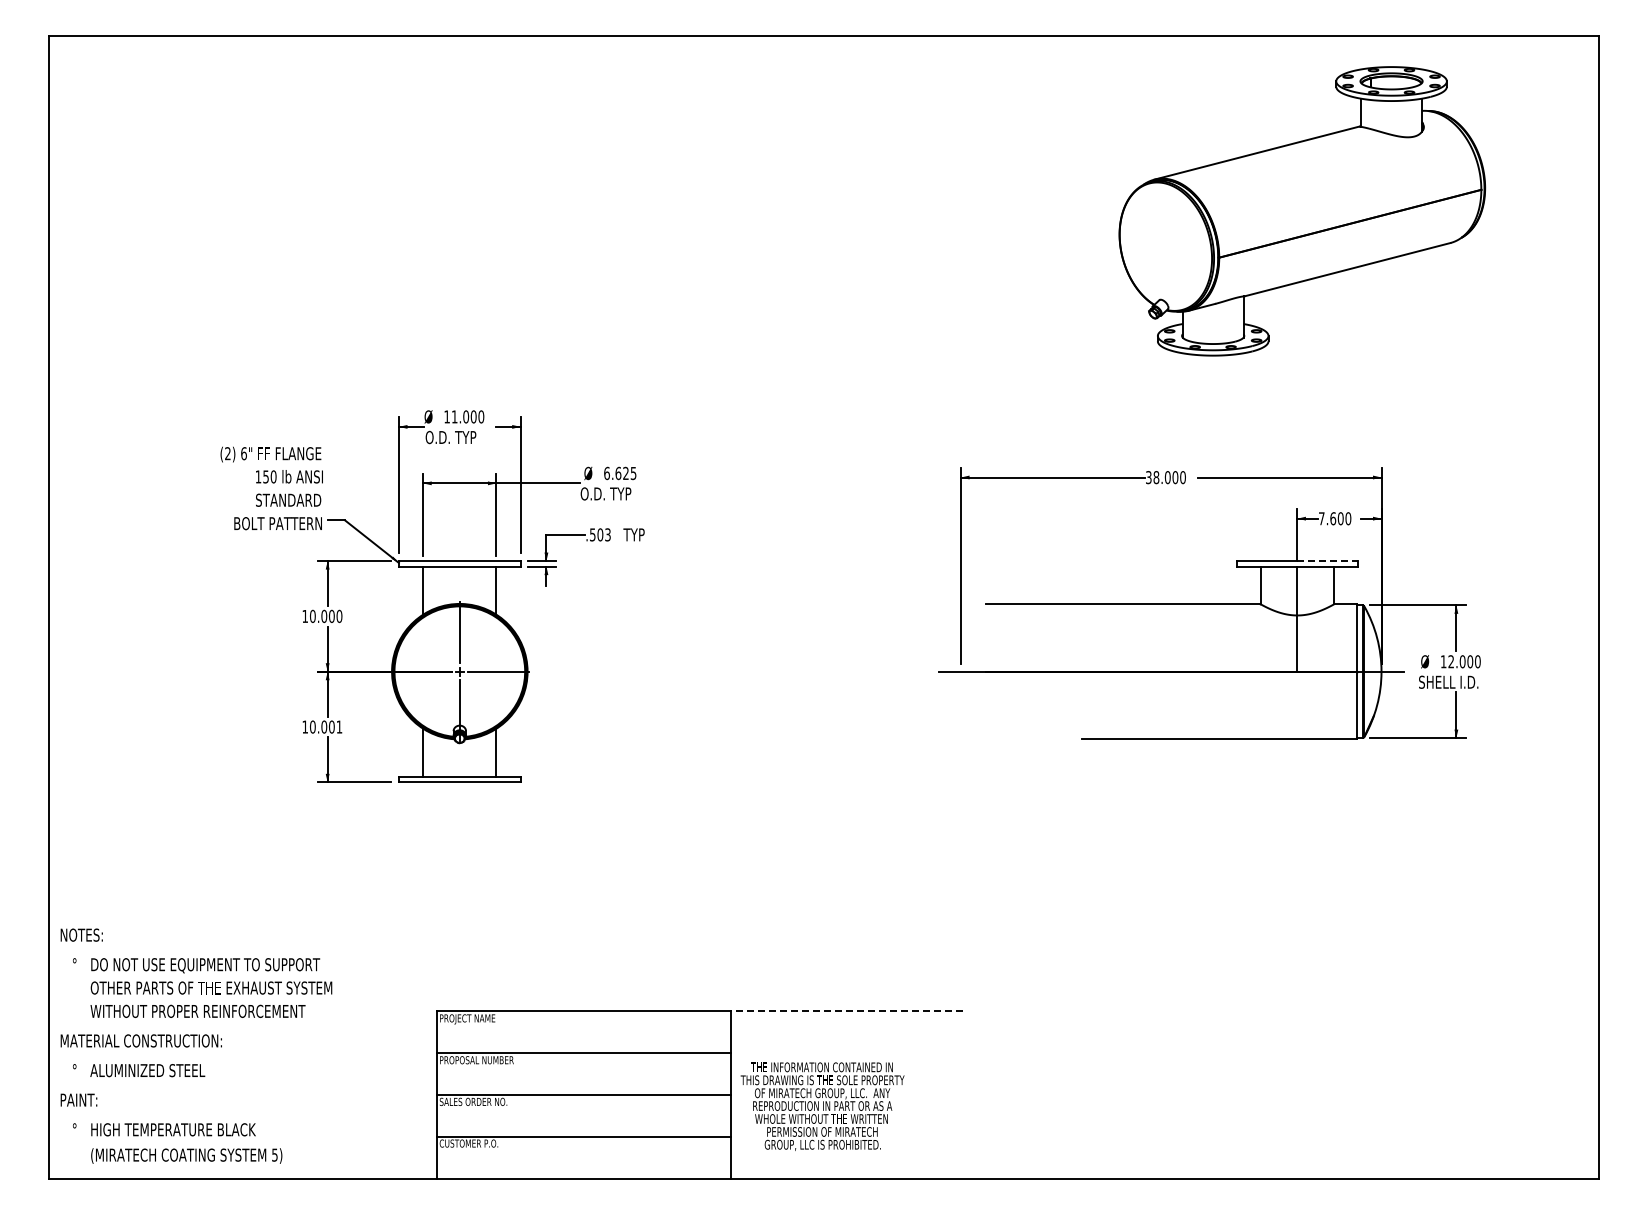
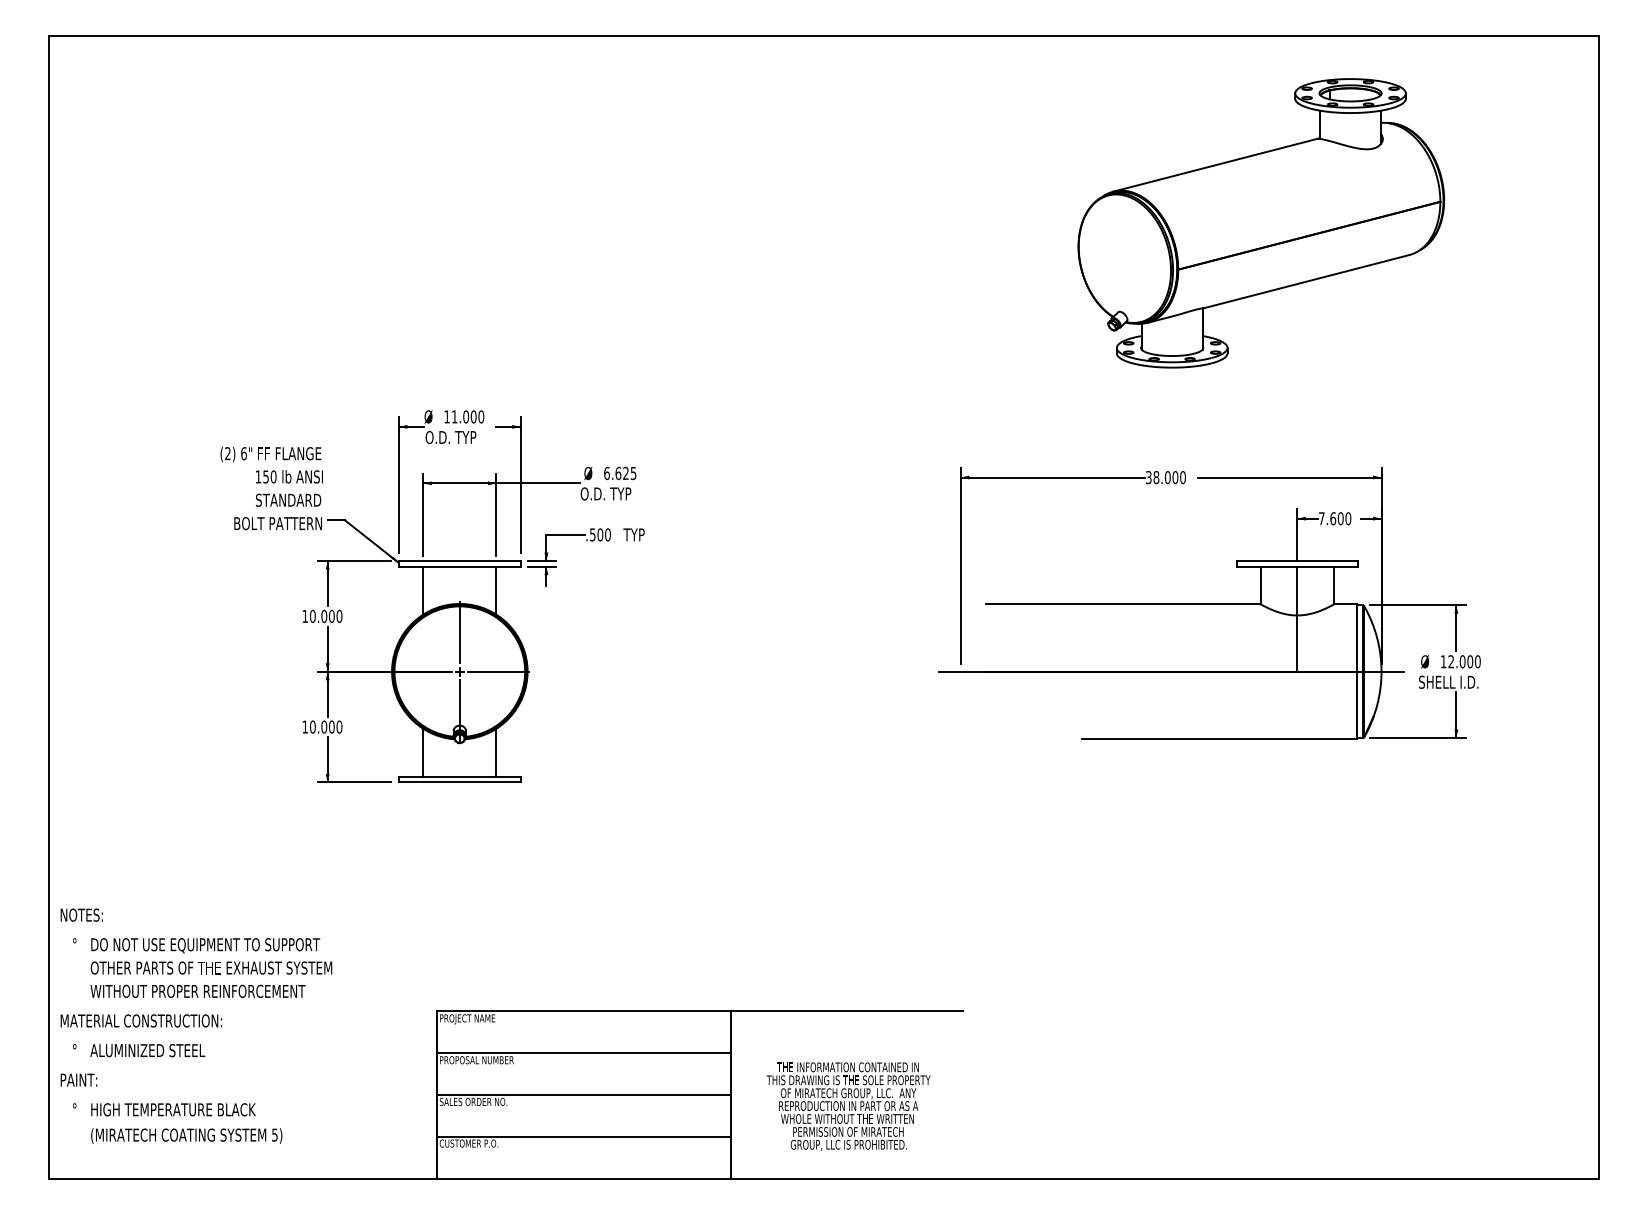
part at (1302, 211) position: (1302, 211) -> (1261, 223)
text at (607, 534): .503 -> .500
line at (1328, 561): dashed -> solid
text at (339, 726): 10.001 -> 10.000
line at (846, 1011): dashed -> solid
text at (196, 1045) position: (196, 1045) -> (196, 1025)
text at (822, 1106) position: (822, 1106) -> (848, 1106)
